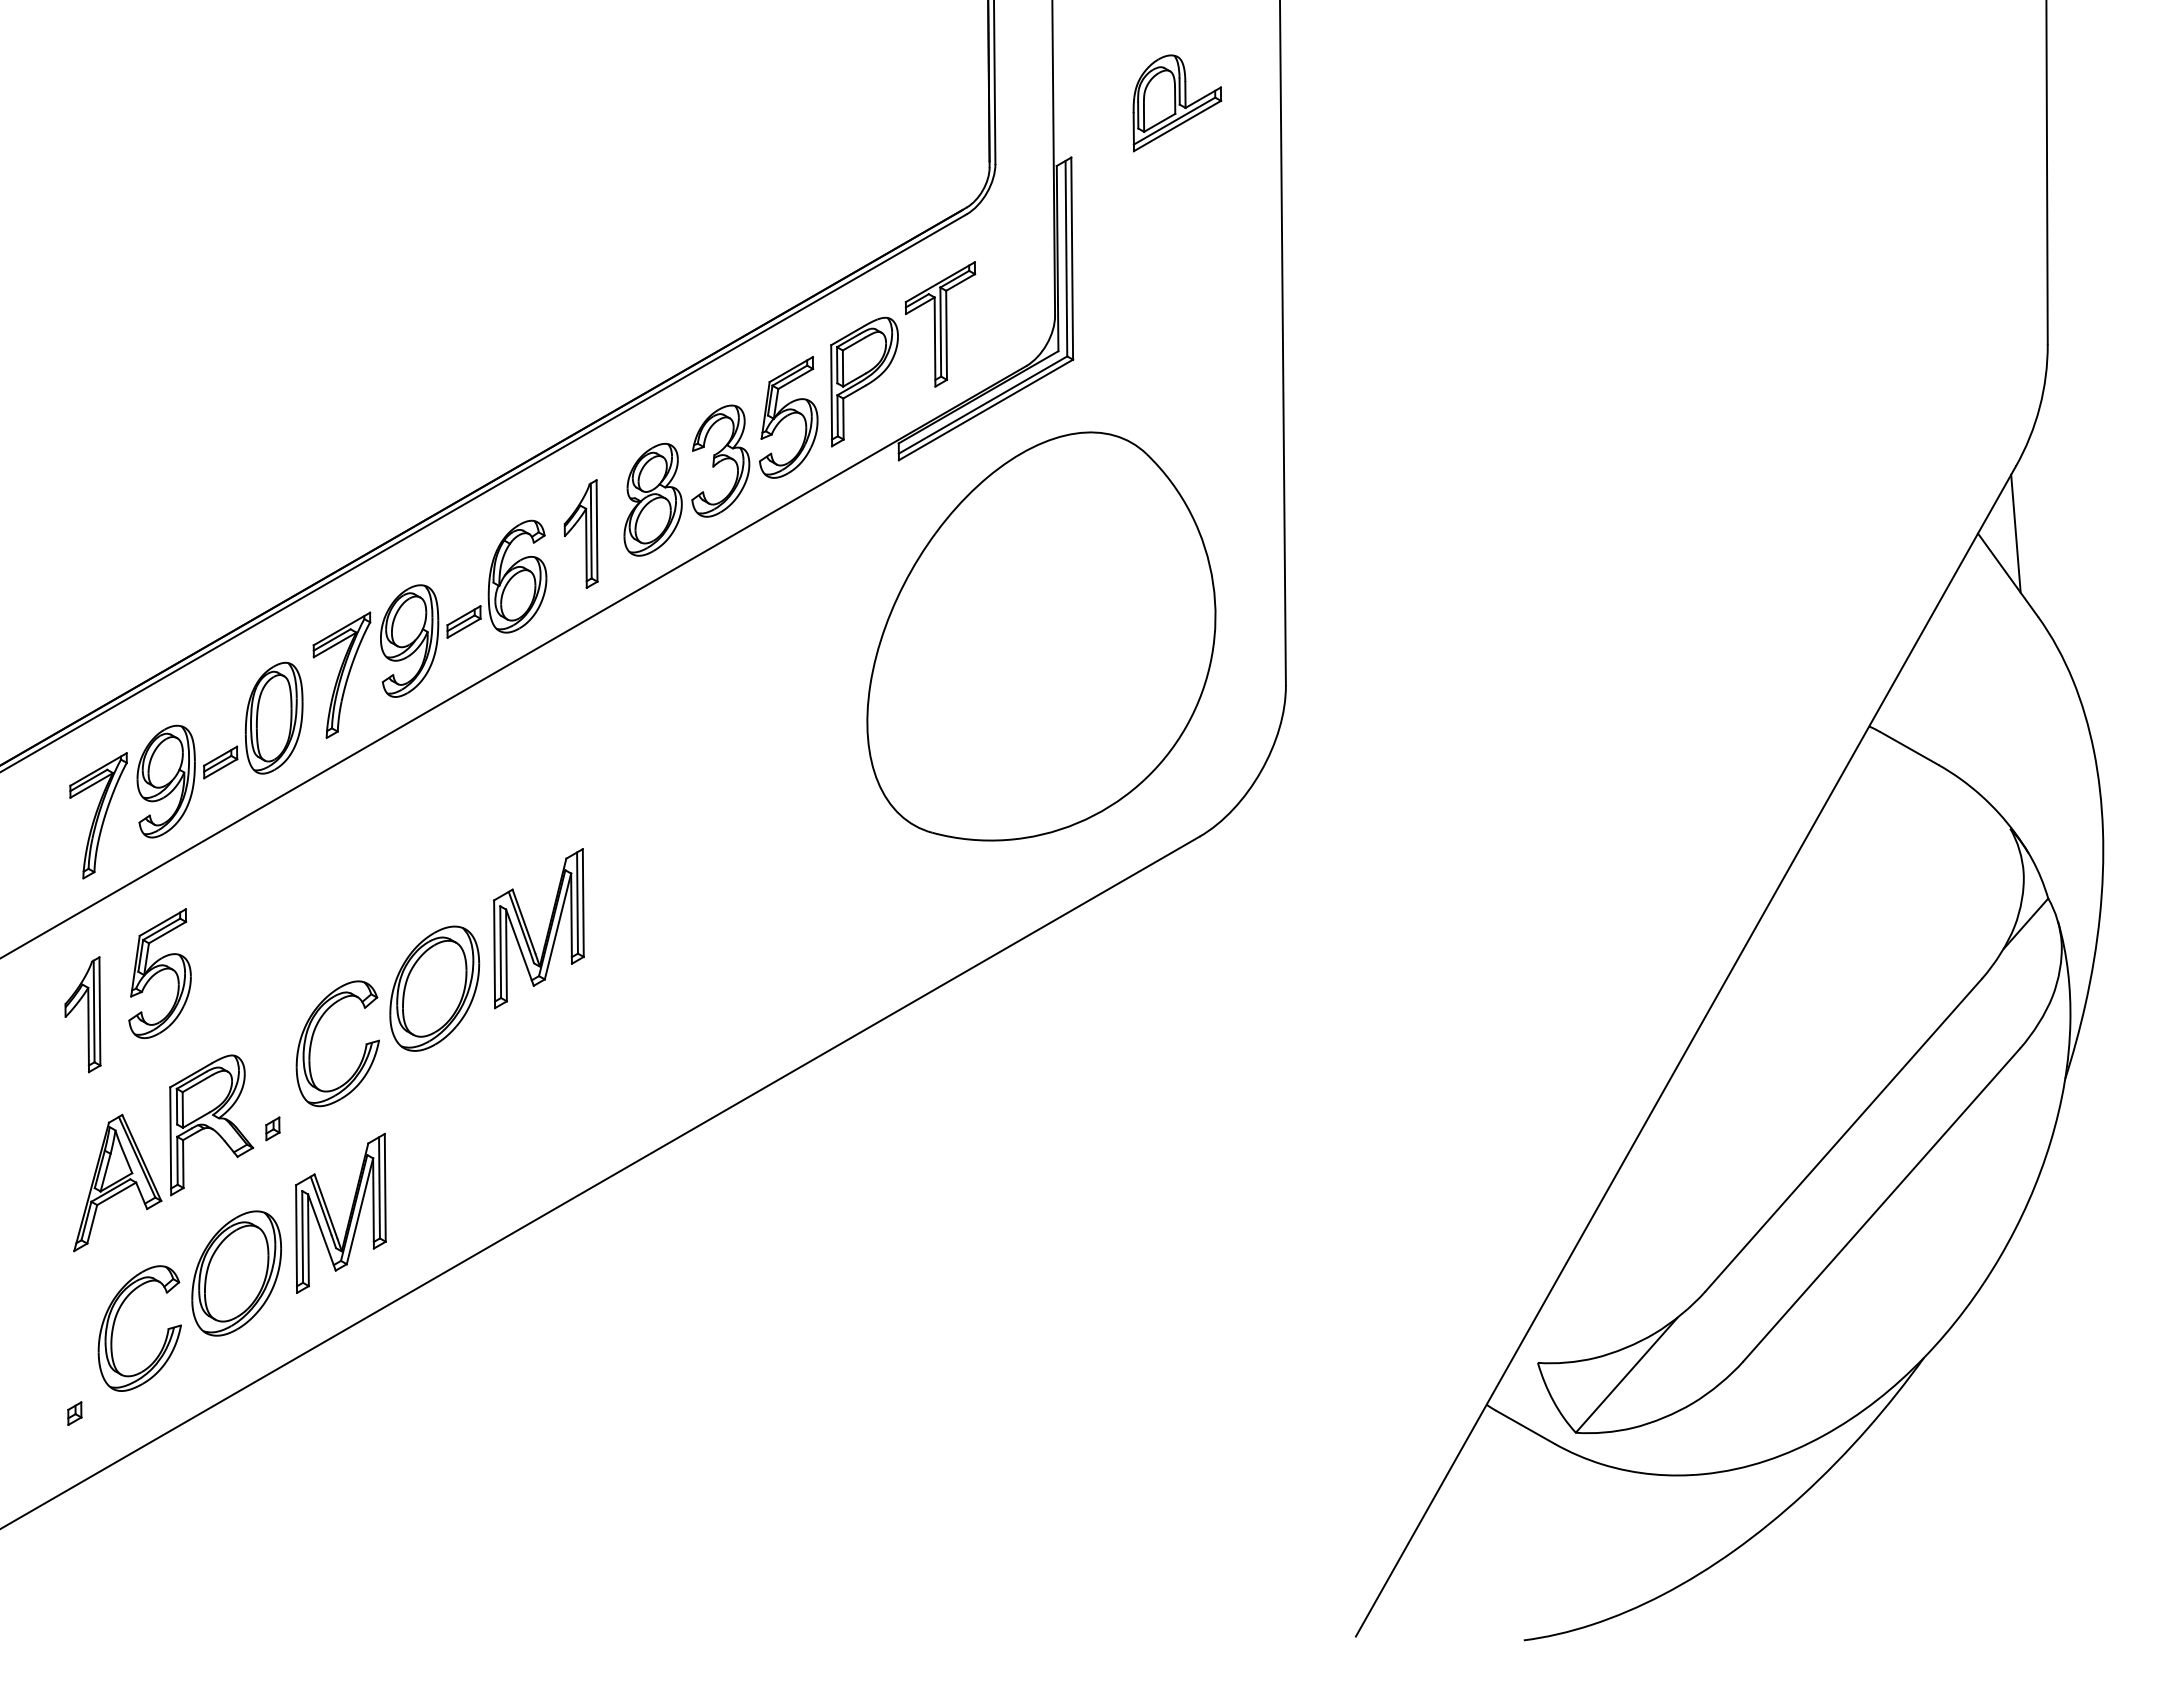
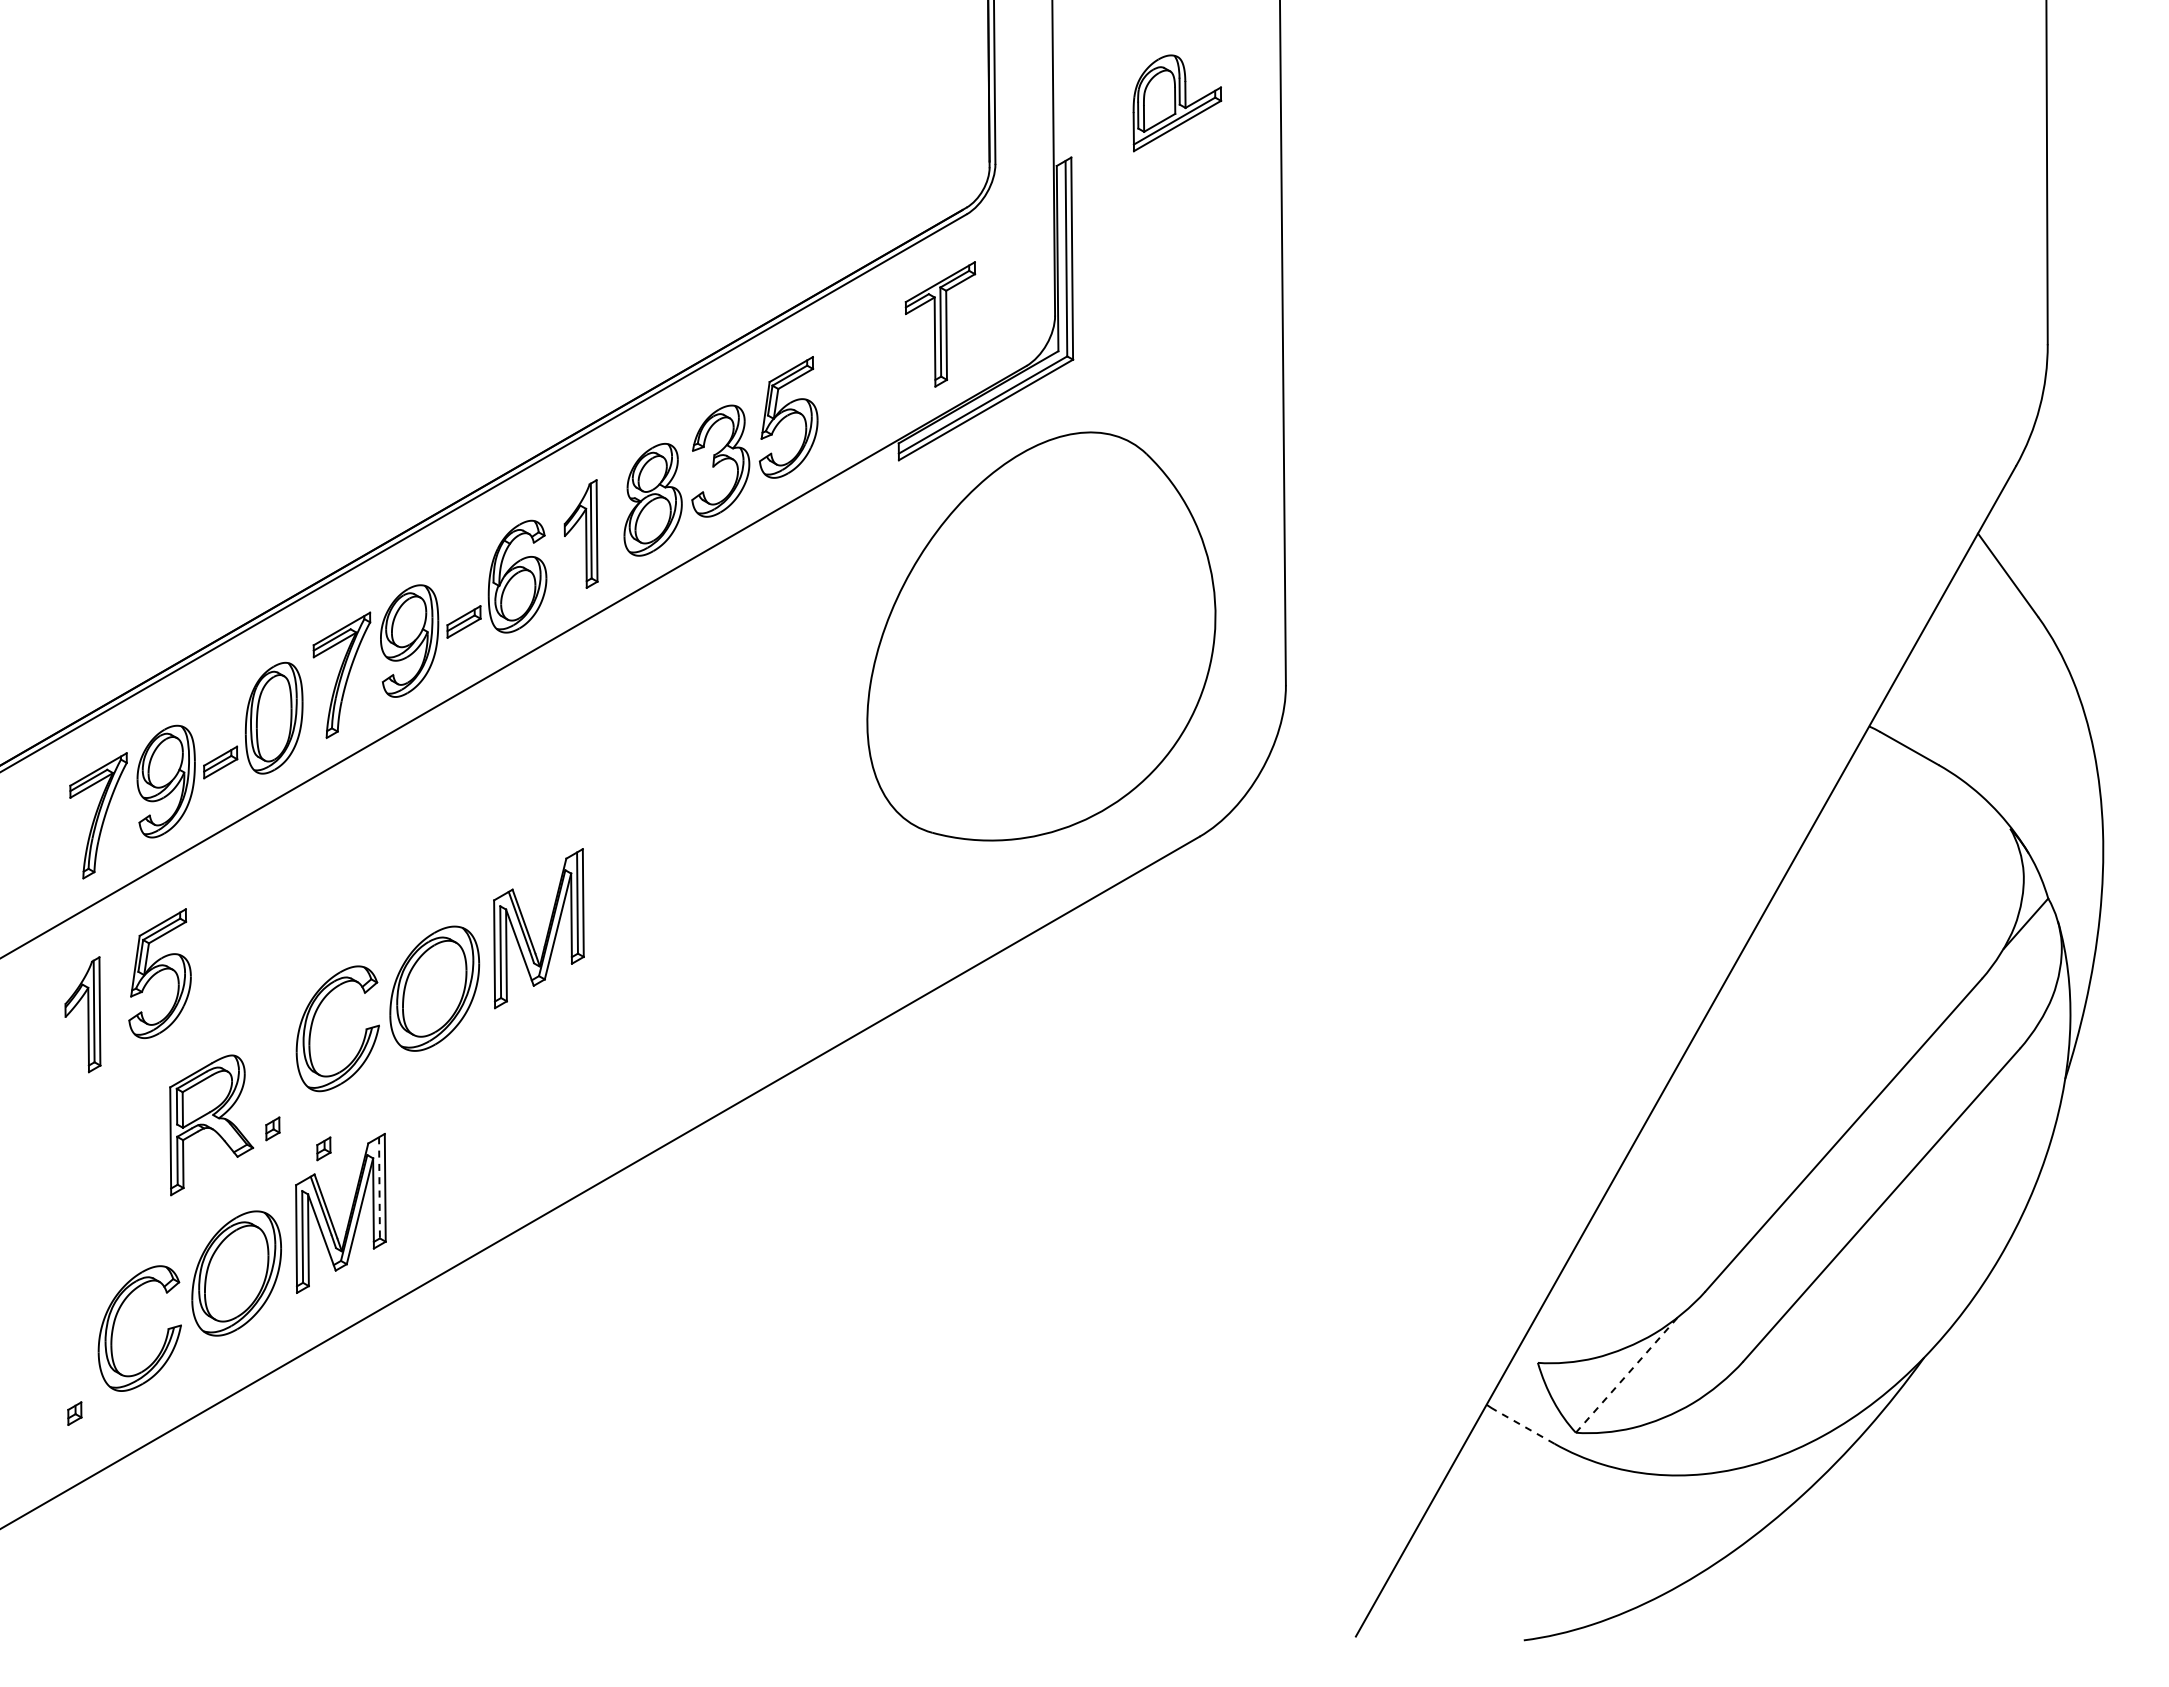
part at (864, 381): present -> none
line at (2015, 533): present -> none
part at (313, 1037) position: (313, 1037) -> (313, 1022)
part at (323, 1148): none -> present
part at (117, 1182): present -> none
line at (379, 1187): solid -> dashed
line at (1626, 1375): solid -> dashed
line at (1525, 1427): solid -> dashed
